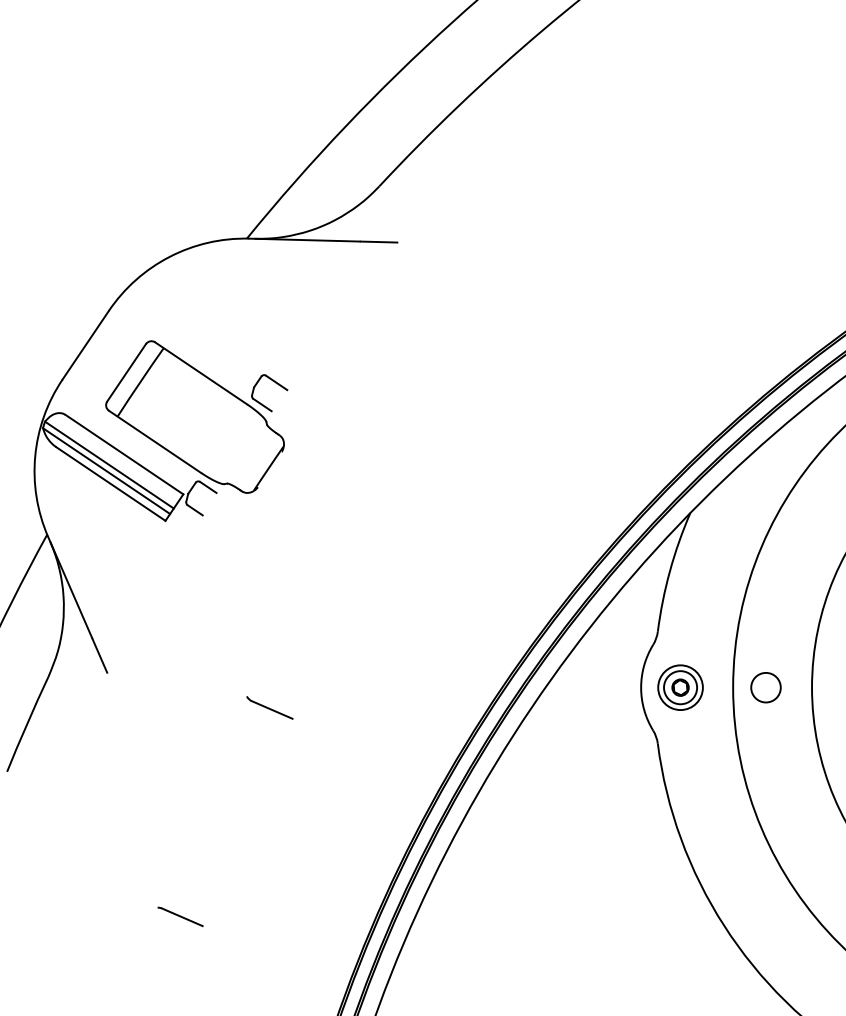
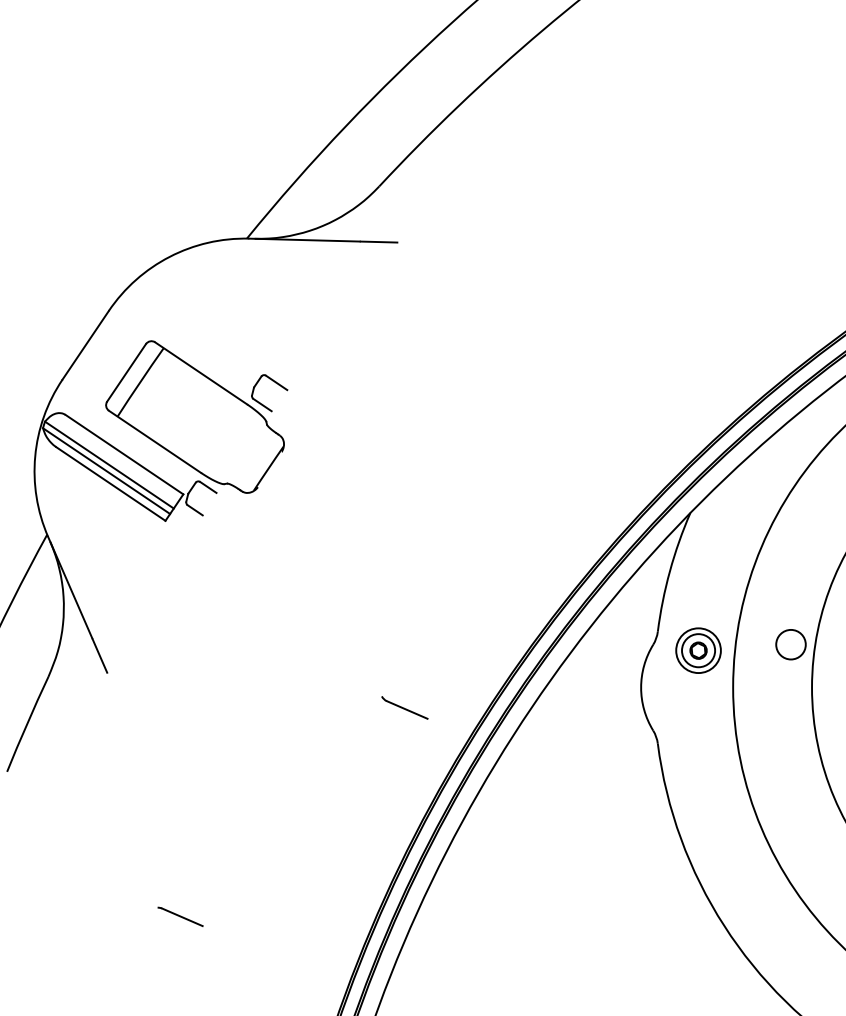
part at (680, 687) position: (680, 687) -> (698, 650)
circle at (765, 687) position: (765, 687) -> (790, 644)
part at (269, 707) position: (269, 707) -> (404, 707)
